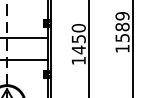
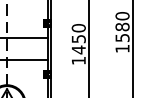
text at (122, 16): 1589 -> 1580
